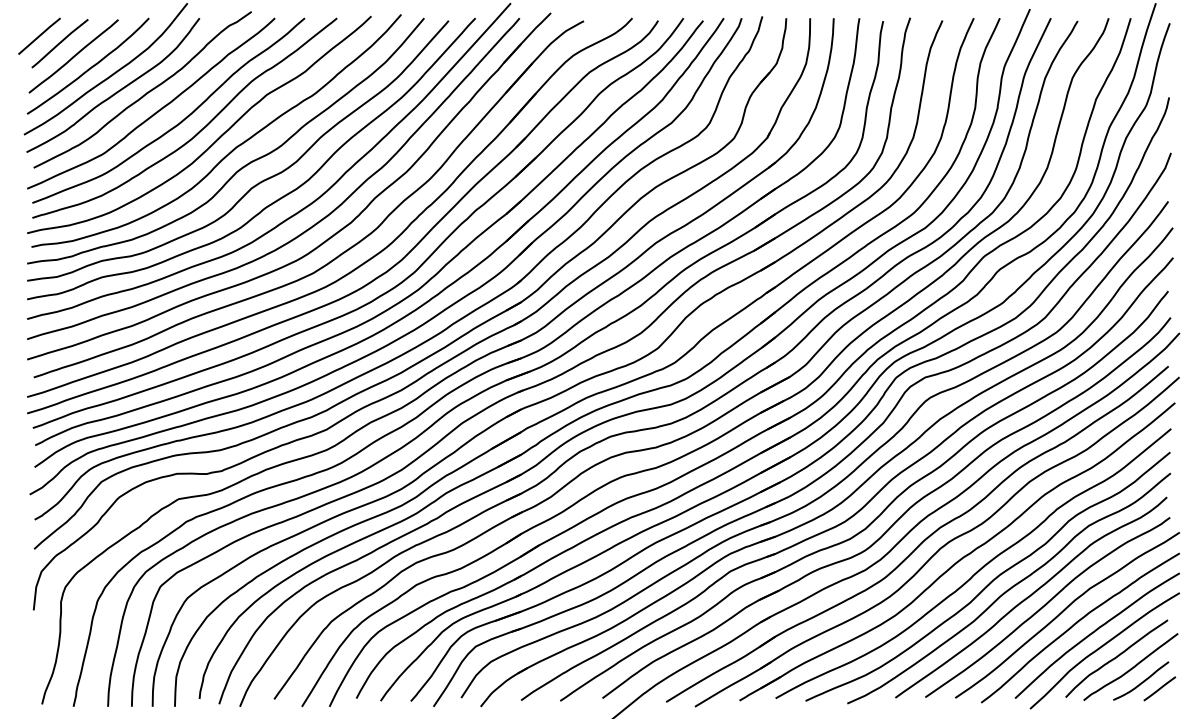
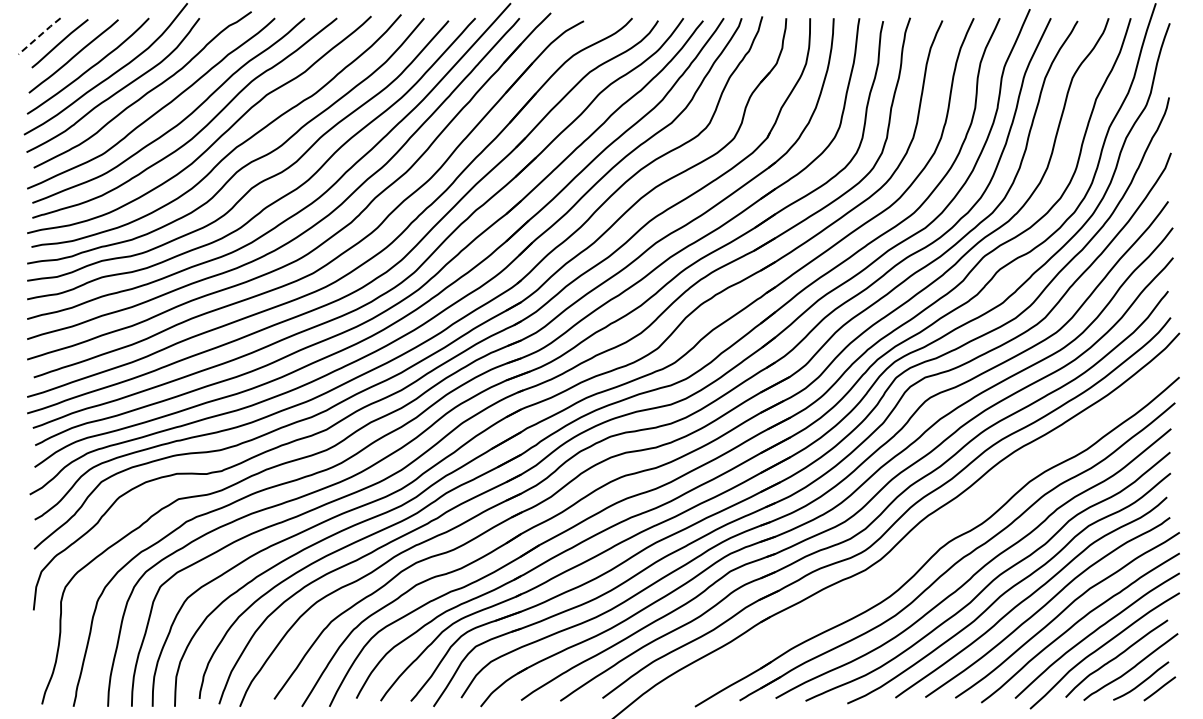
line at (40, 35): solid -> dashed
part at (921, 541): present -> none
